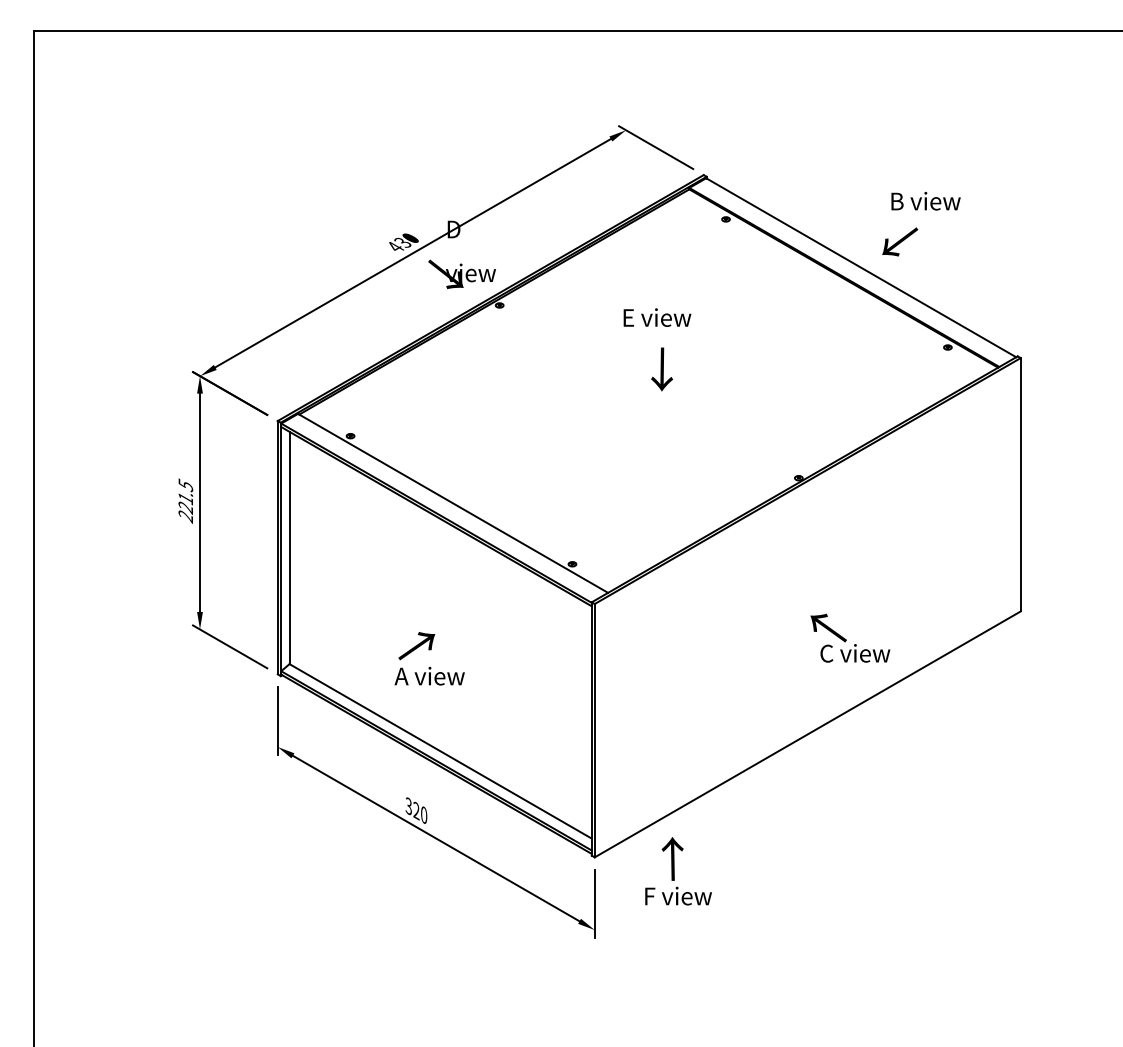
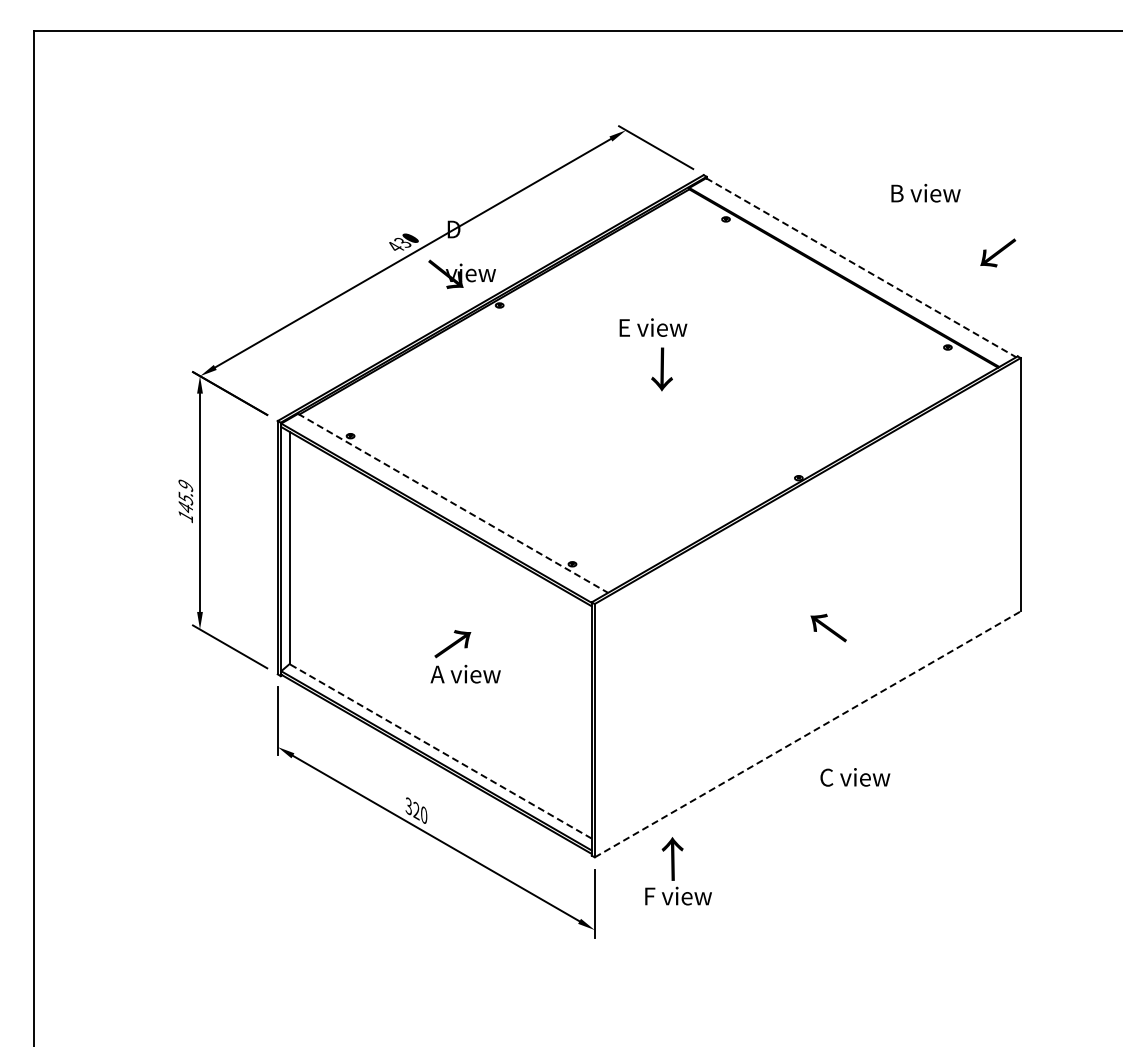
text at (925, 200) position: (925, 200) -> (925, 192)
text at (900, 241) position: (900, 241) -> (998, 252)
line at (861, 268): solid -> dashed
text at (657, 317) position: (657, 317) -> (653, 327)
text at (185, 500): 221.5 -> 145.9
line at (453, 503): solid -> dashed
text at (855, 653) position: (855, 653) -> (855, 777)
text at (429, 658) position: (429, 658) -> (465, 656)
line at (807, 734): solid -> dashed
line at (440, 751): solid -> dashed
